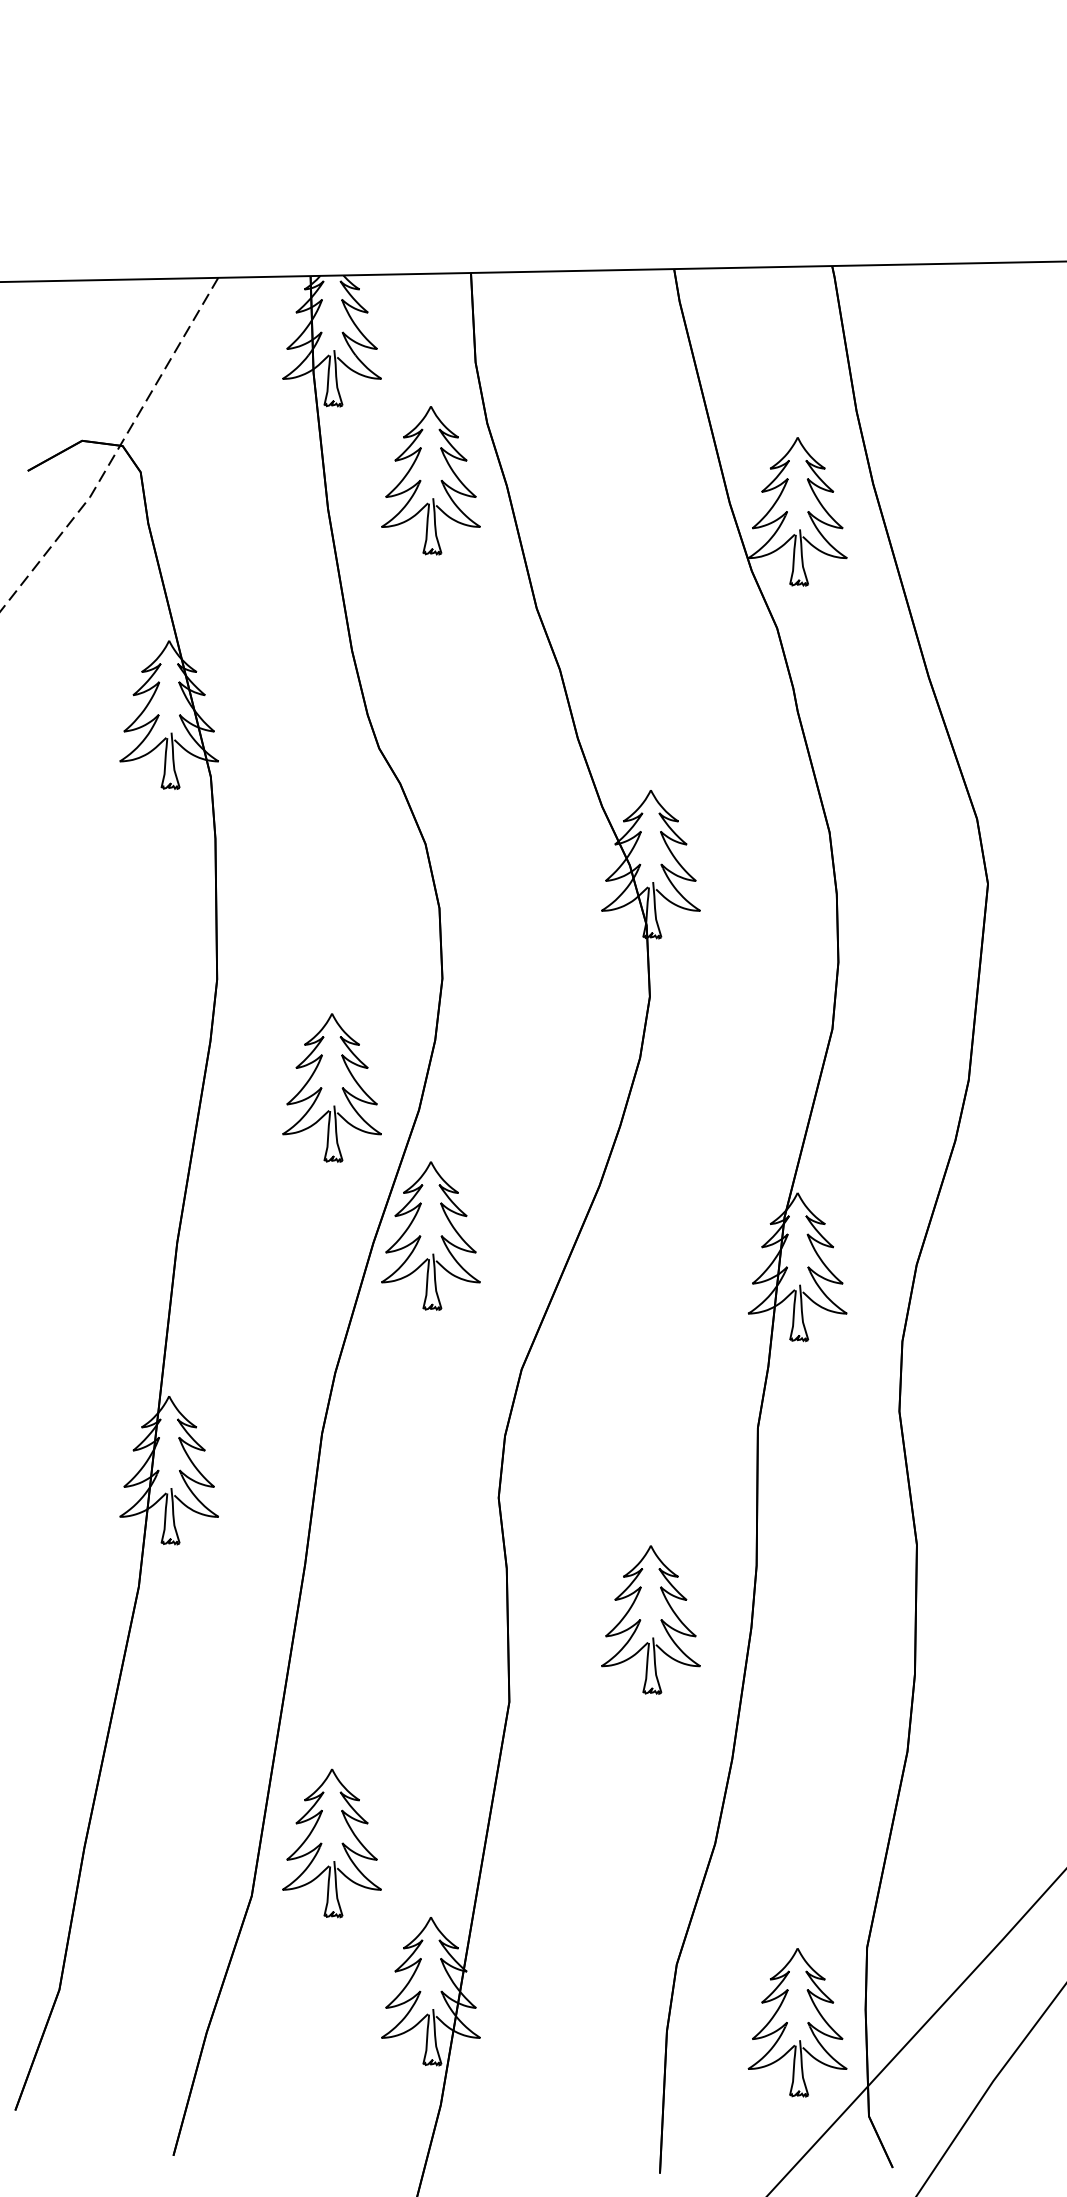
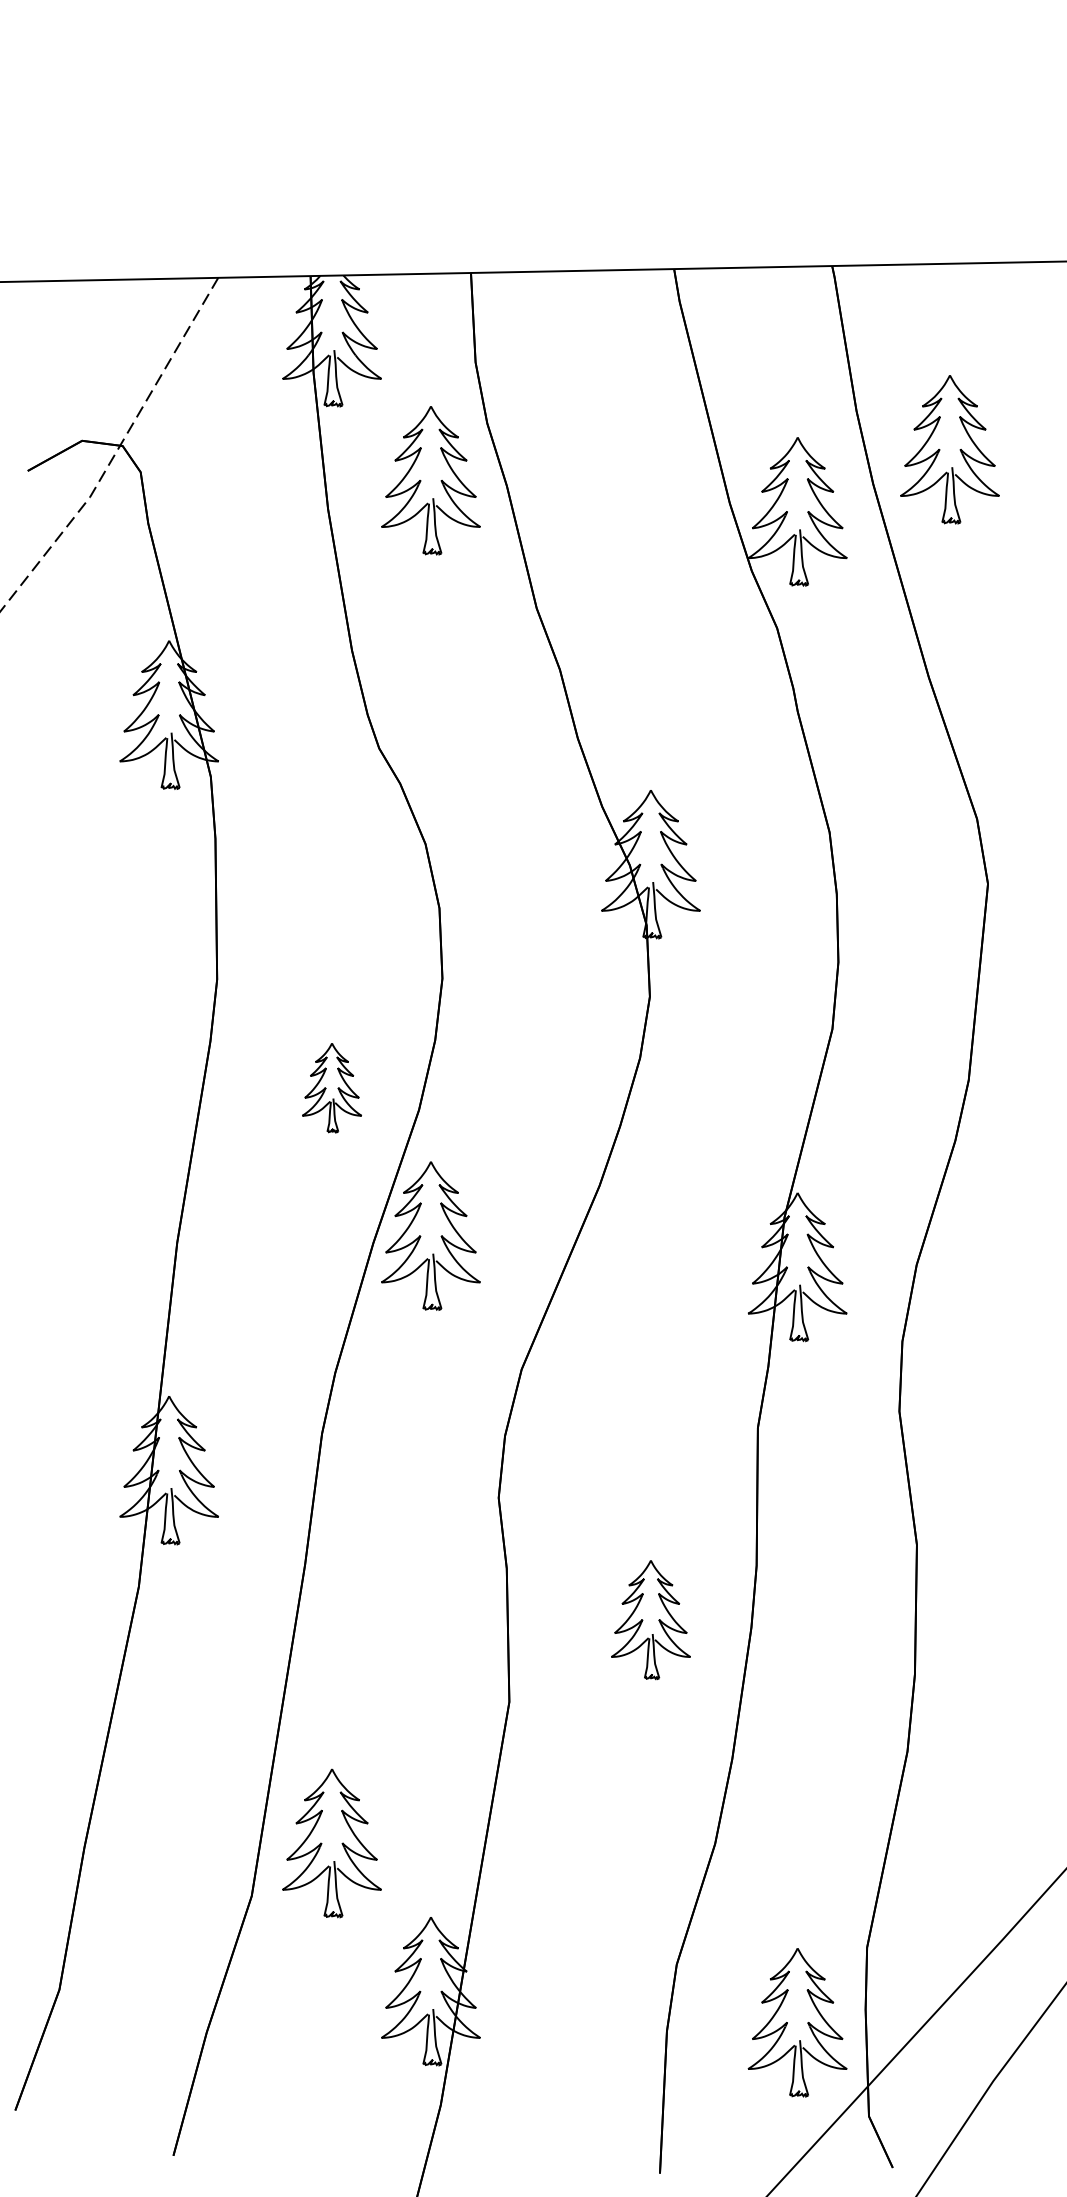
part at (949, 449): none -> present
part at (331, 1087) size: 100x150 px -> 60x91 px
part at (650, 1619) size: 100x150 px -> 80x121 px
